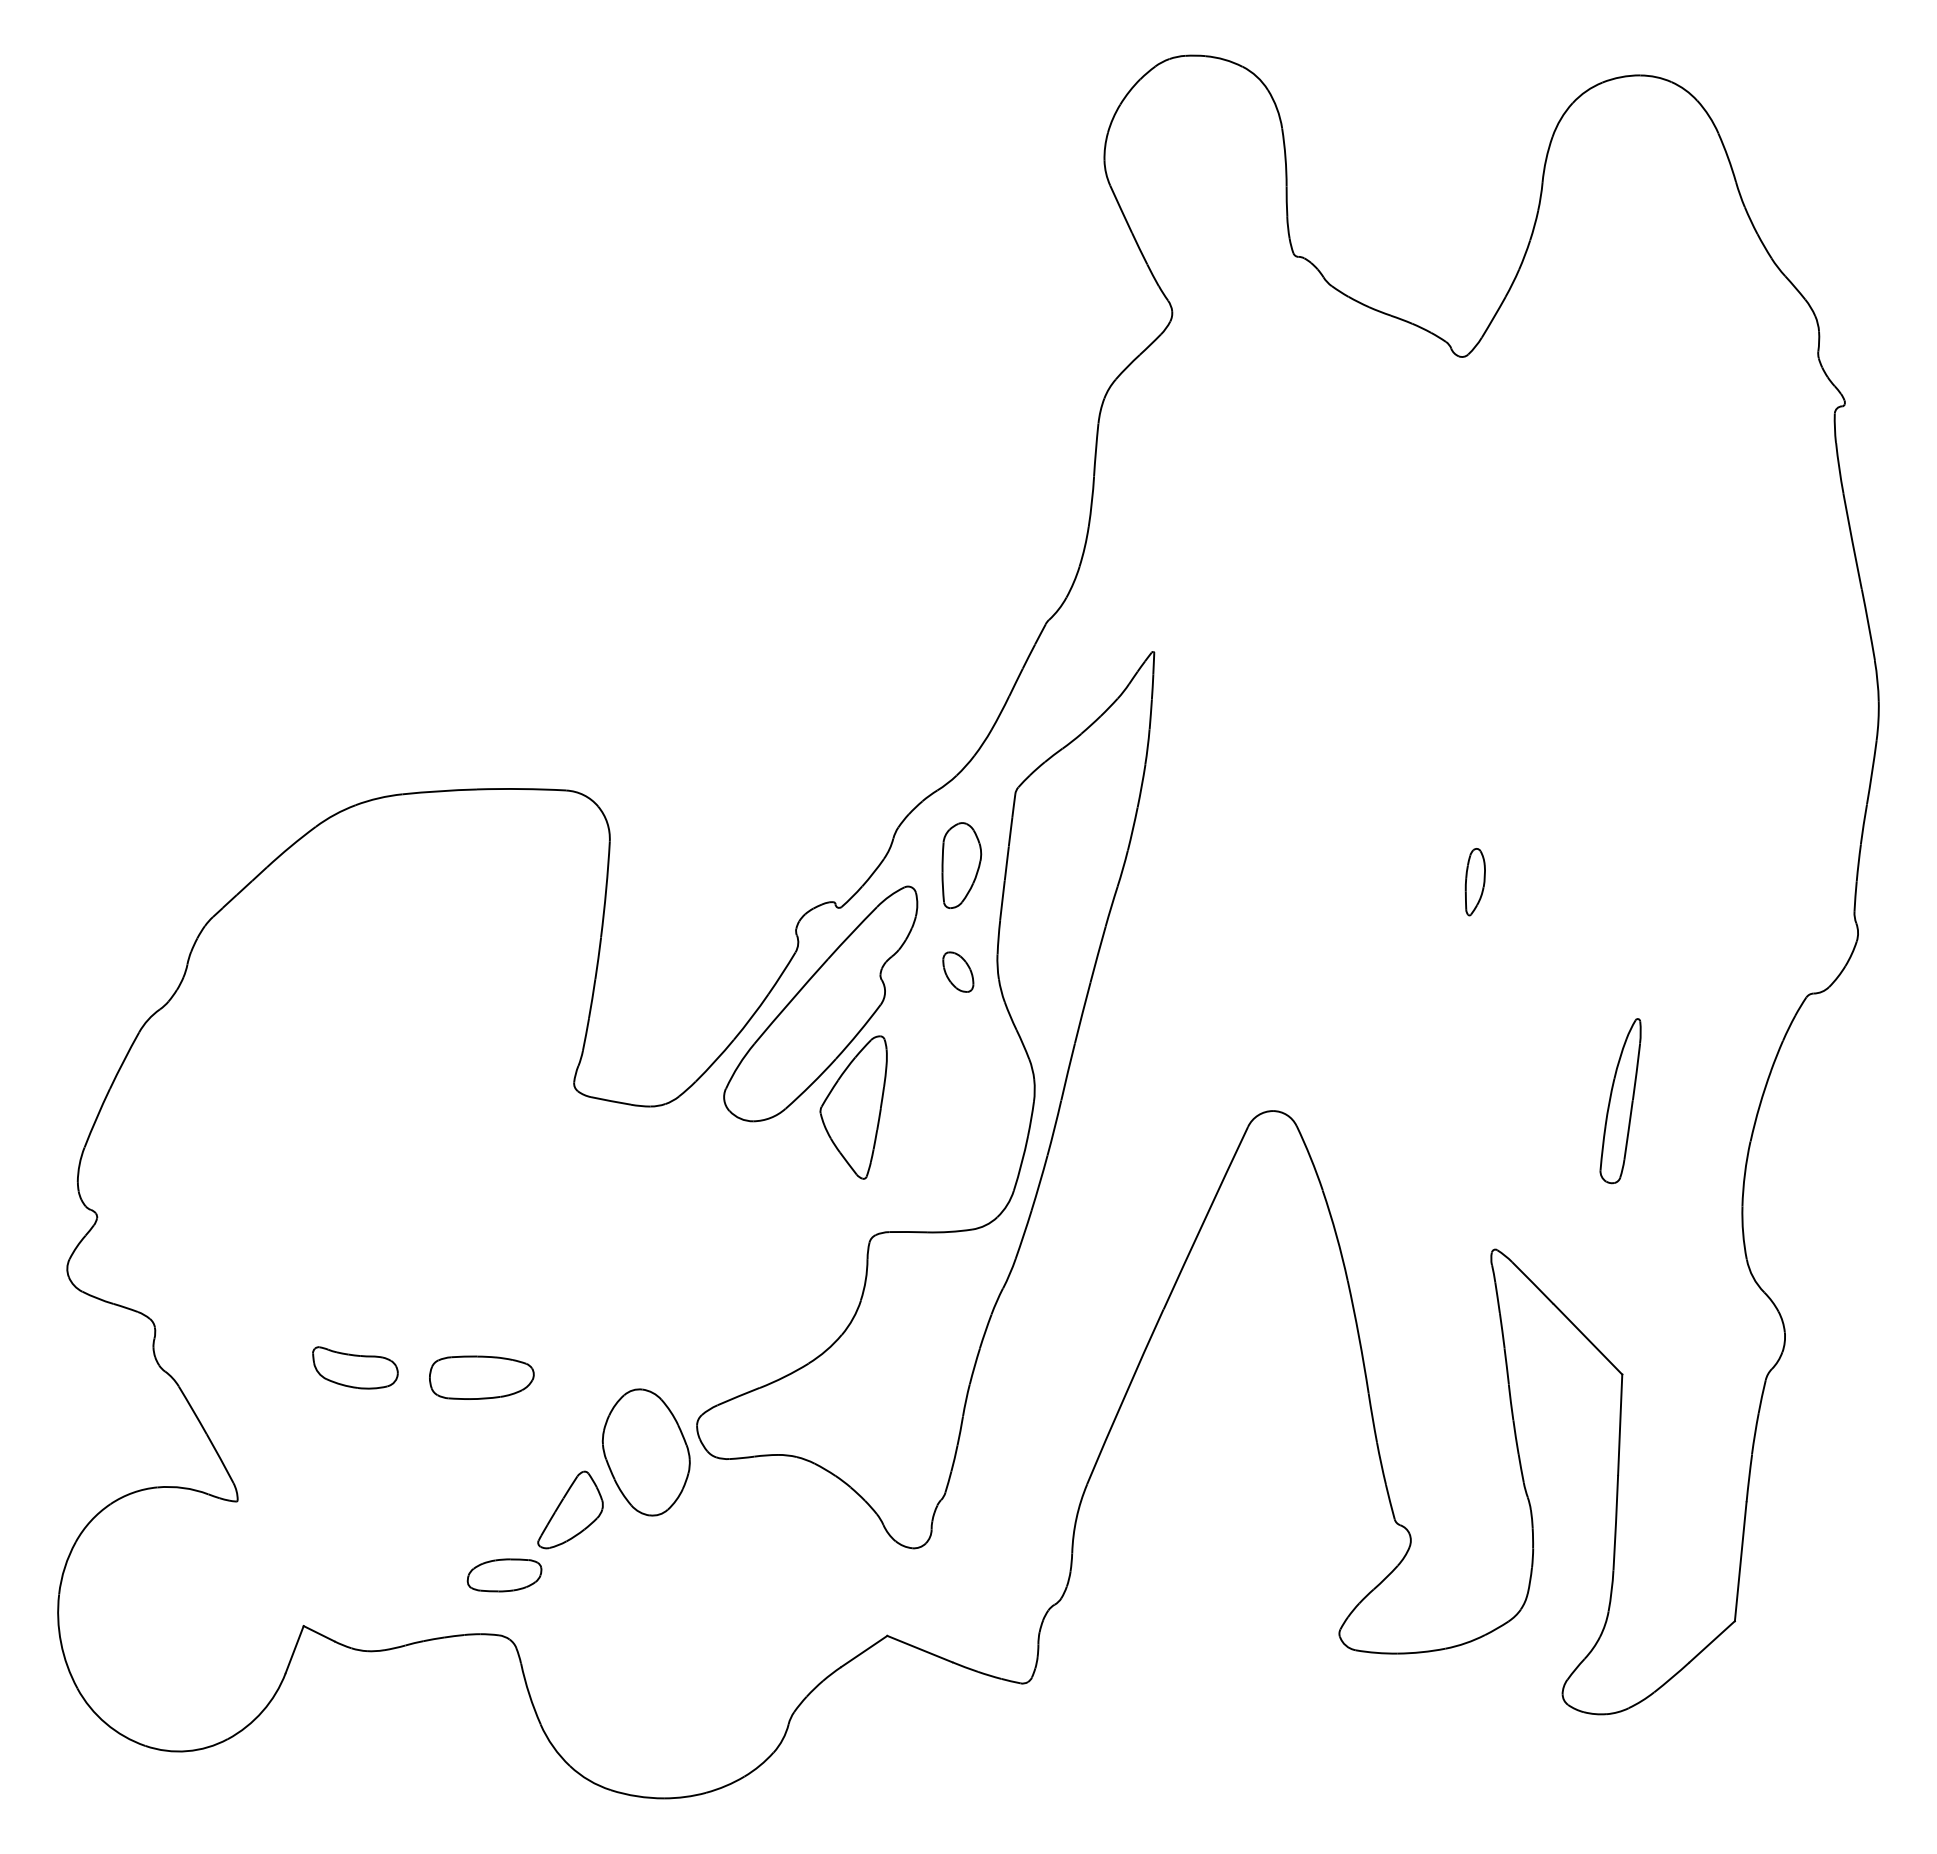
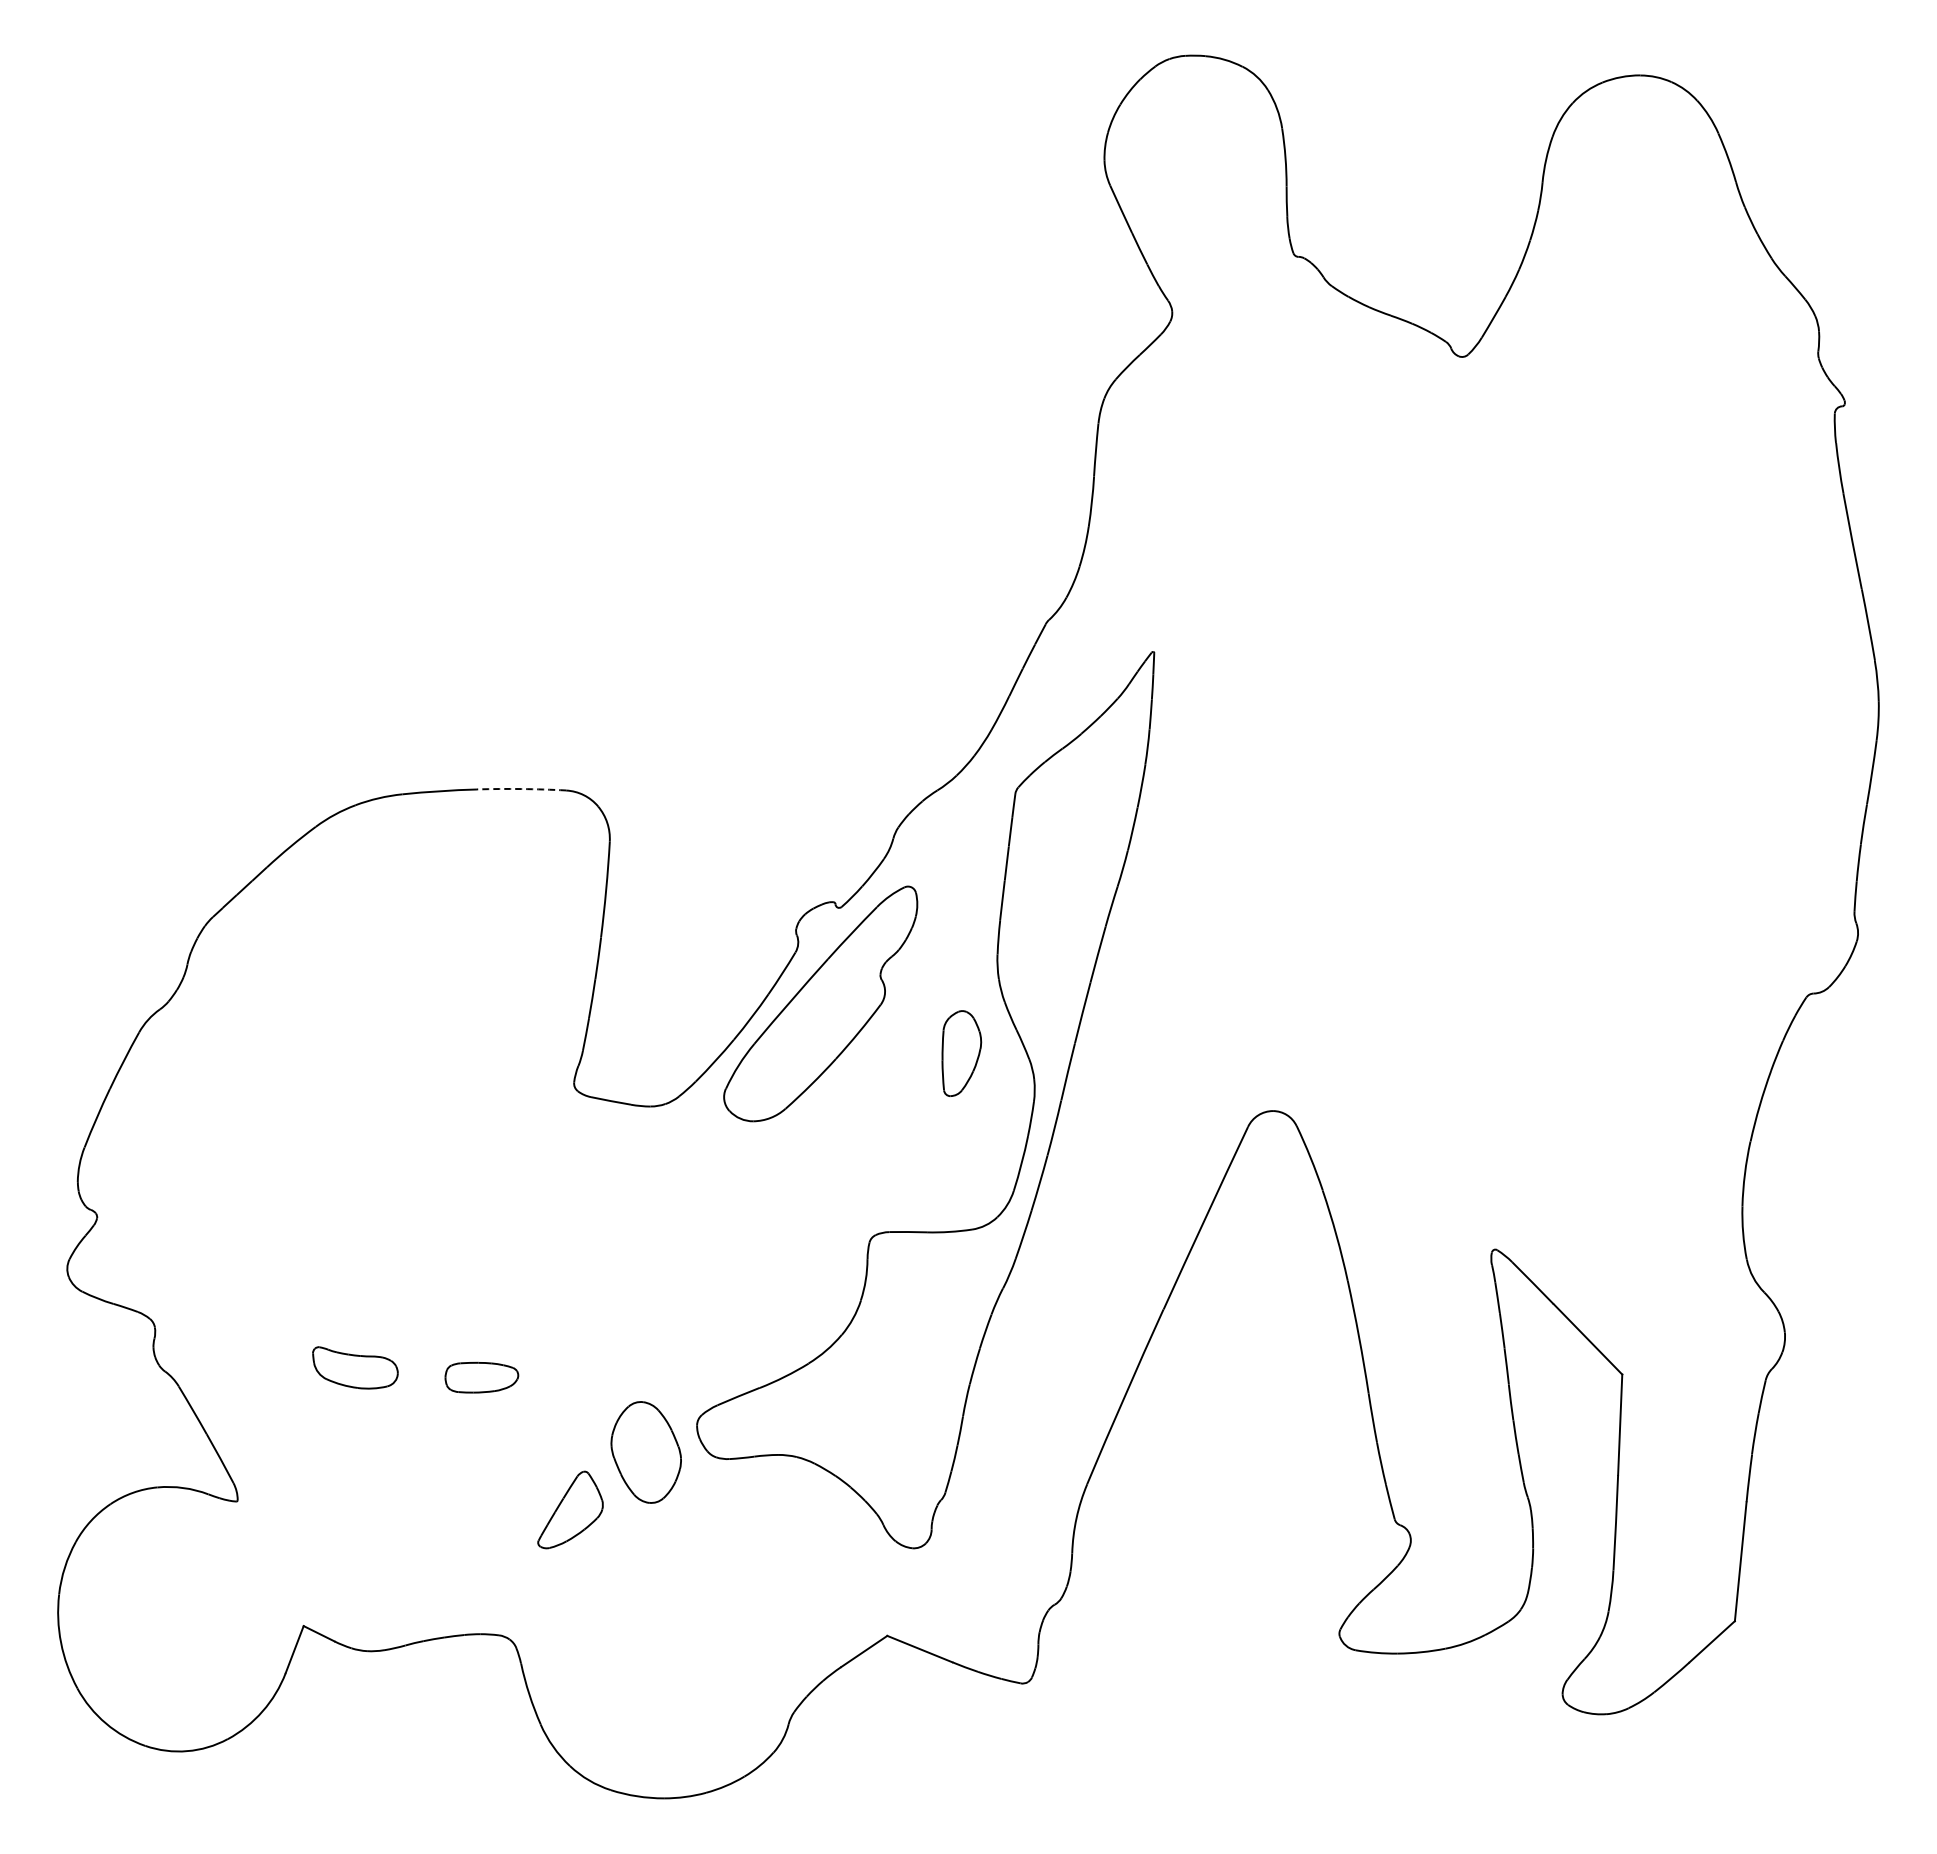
arc at (521, 789): solid -> dashed
part at (961, 865) position: (961, 865) -> (961, 1053)
part at (1474, 882): present -> none
part at (958, 971): present -> none
part at (1620, 1101): present -> none
part at (853, 1107): present -> none
part at (481, 1377) size: 106x45 px -> 76x33 px
part at (645, 1452) size: 90x129 px -> 72x103 px
part at (504, 1575): present -> none
